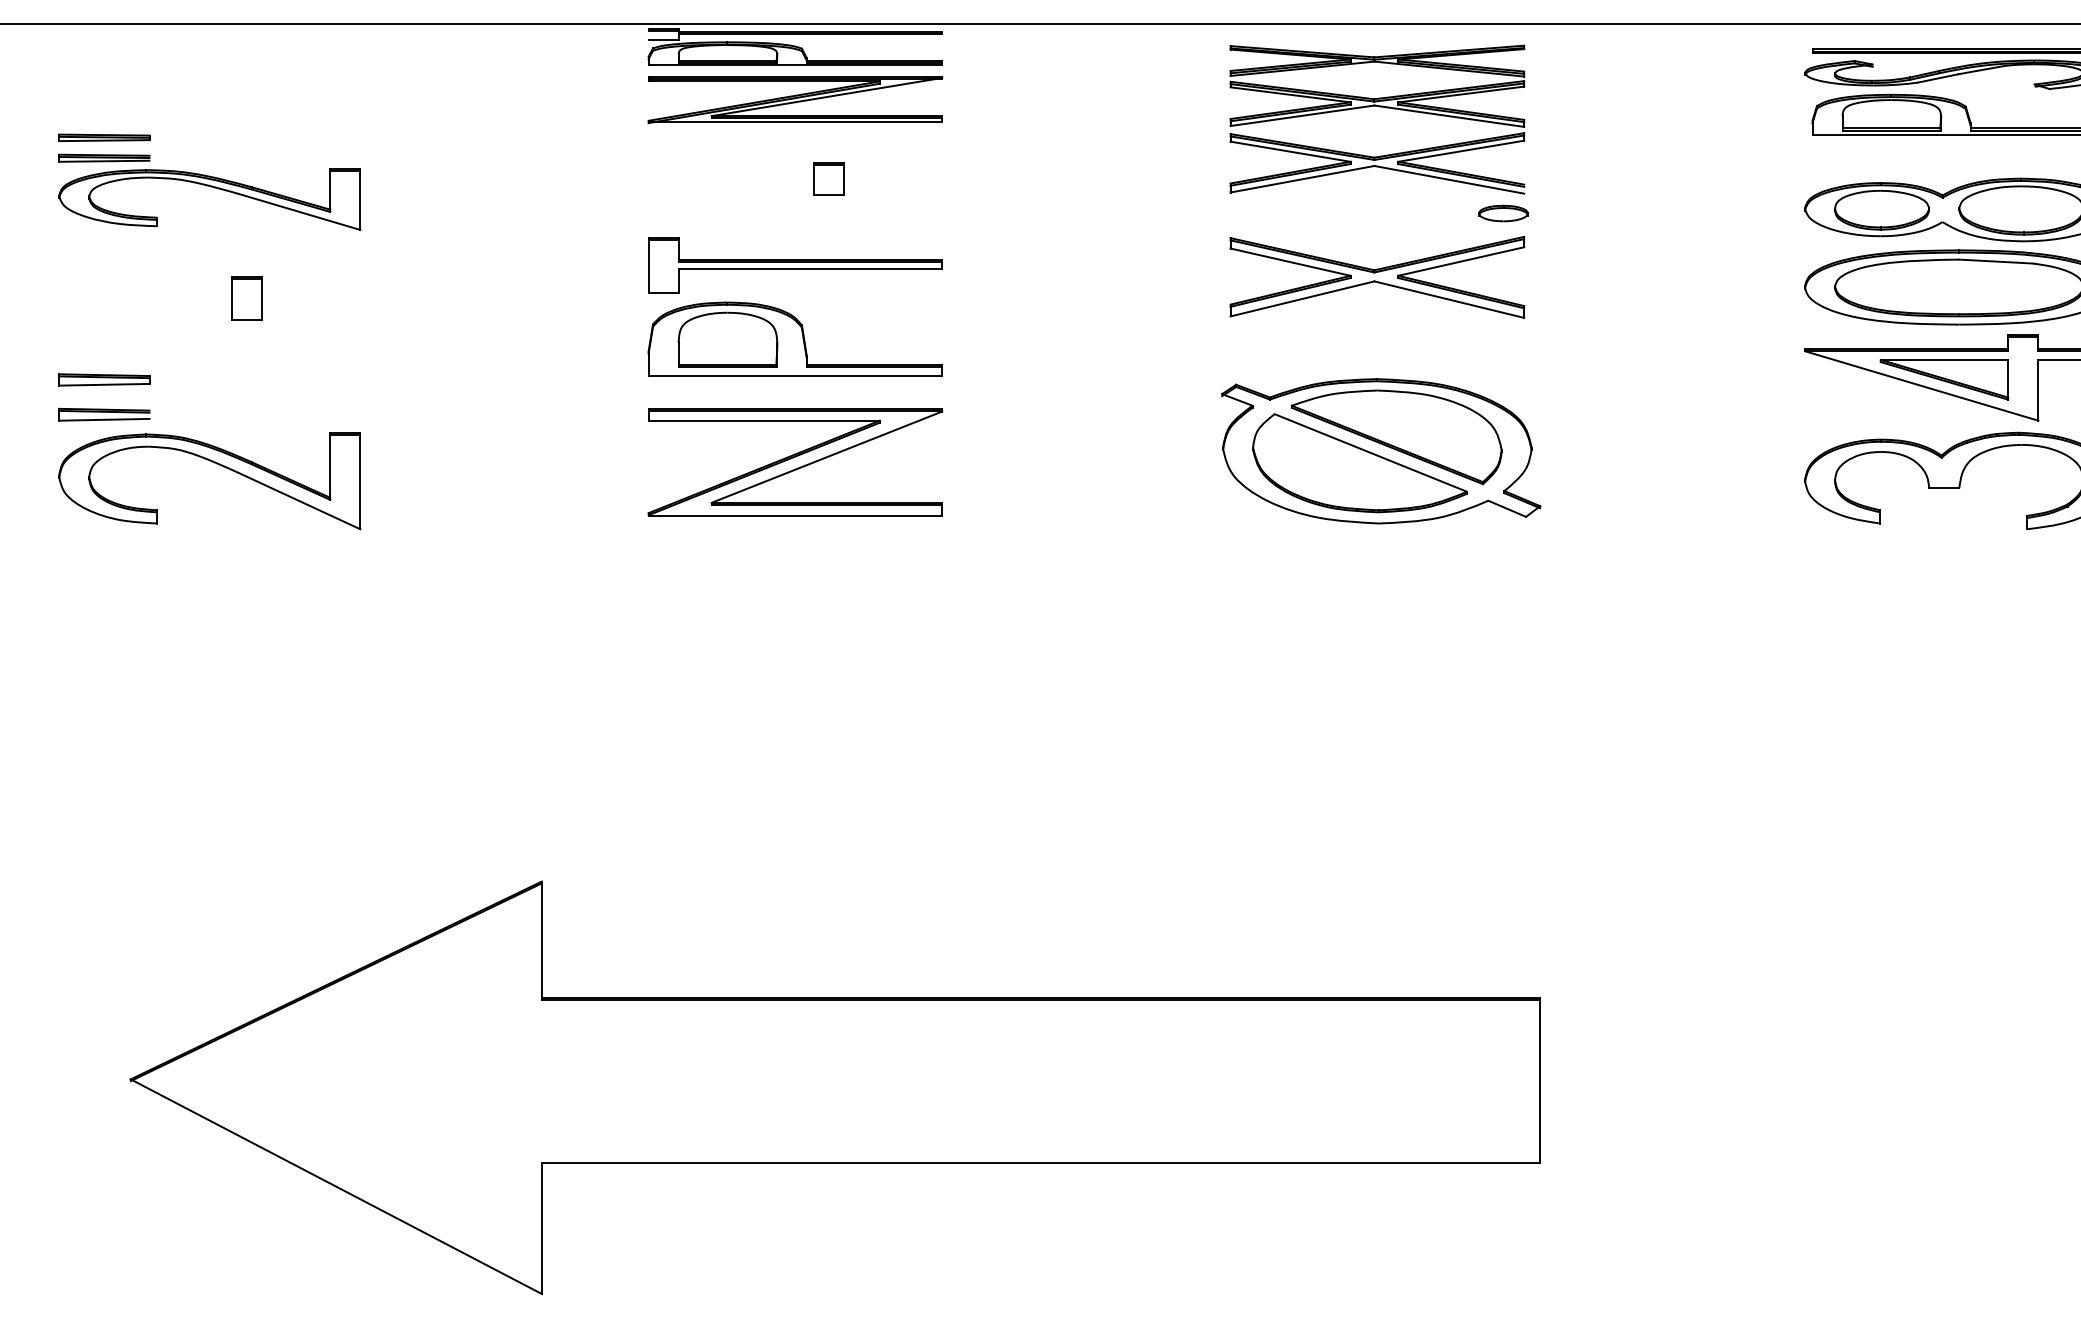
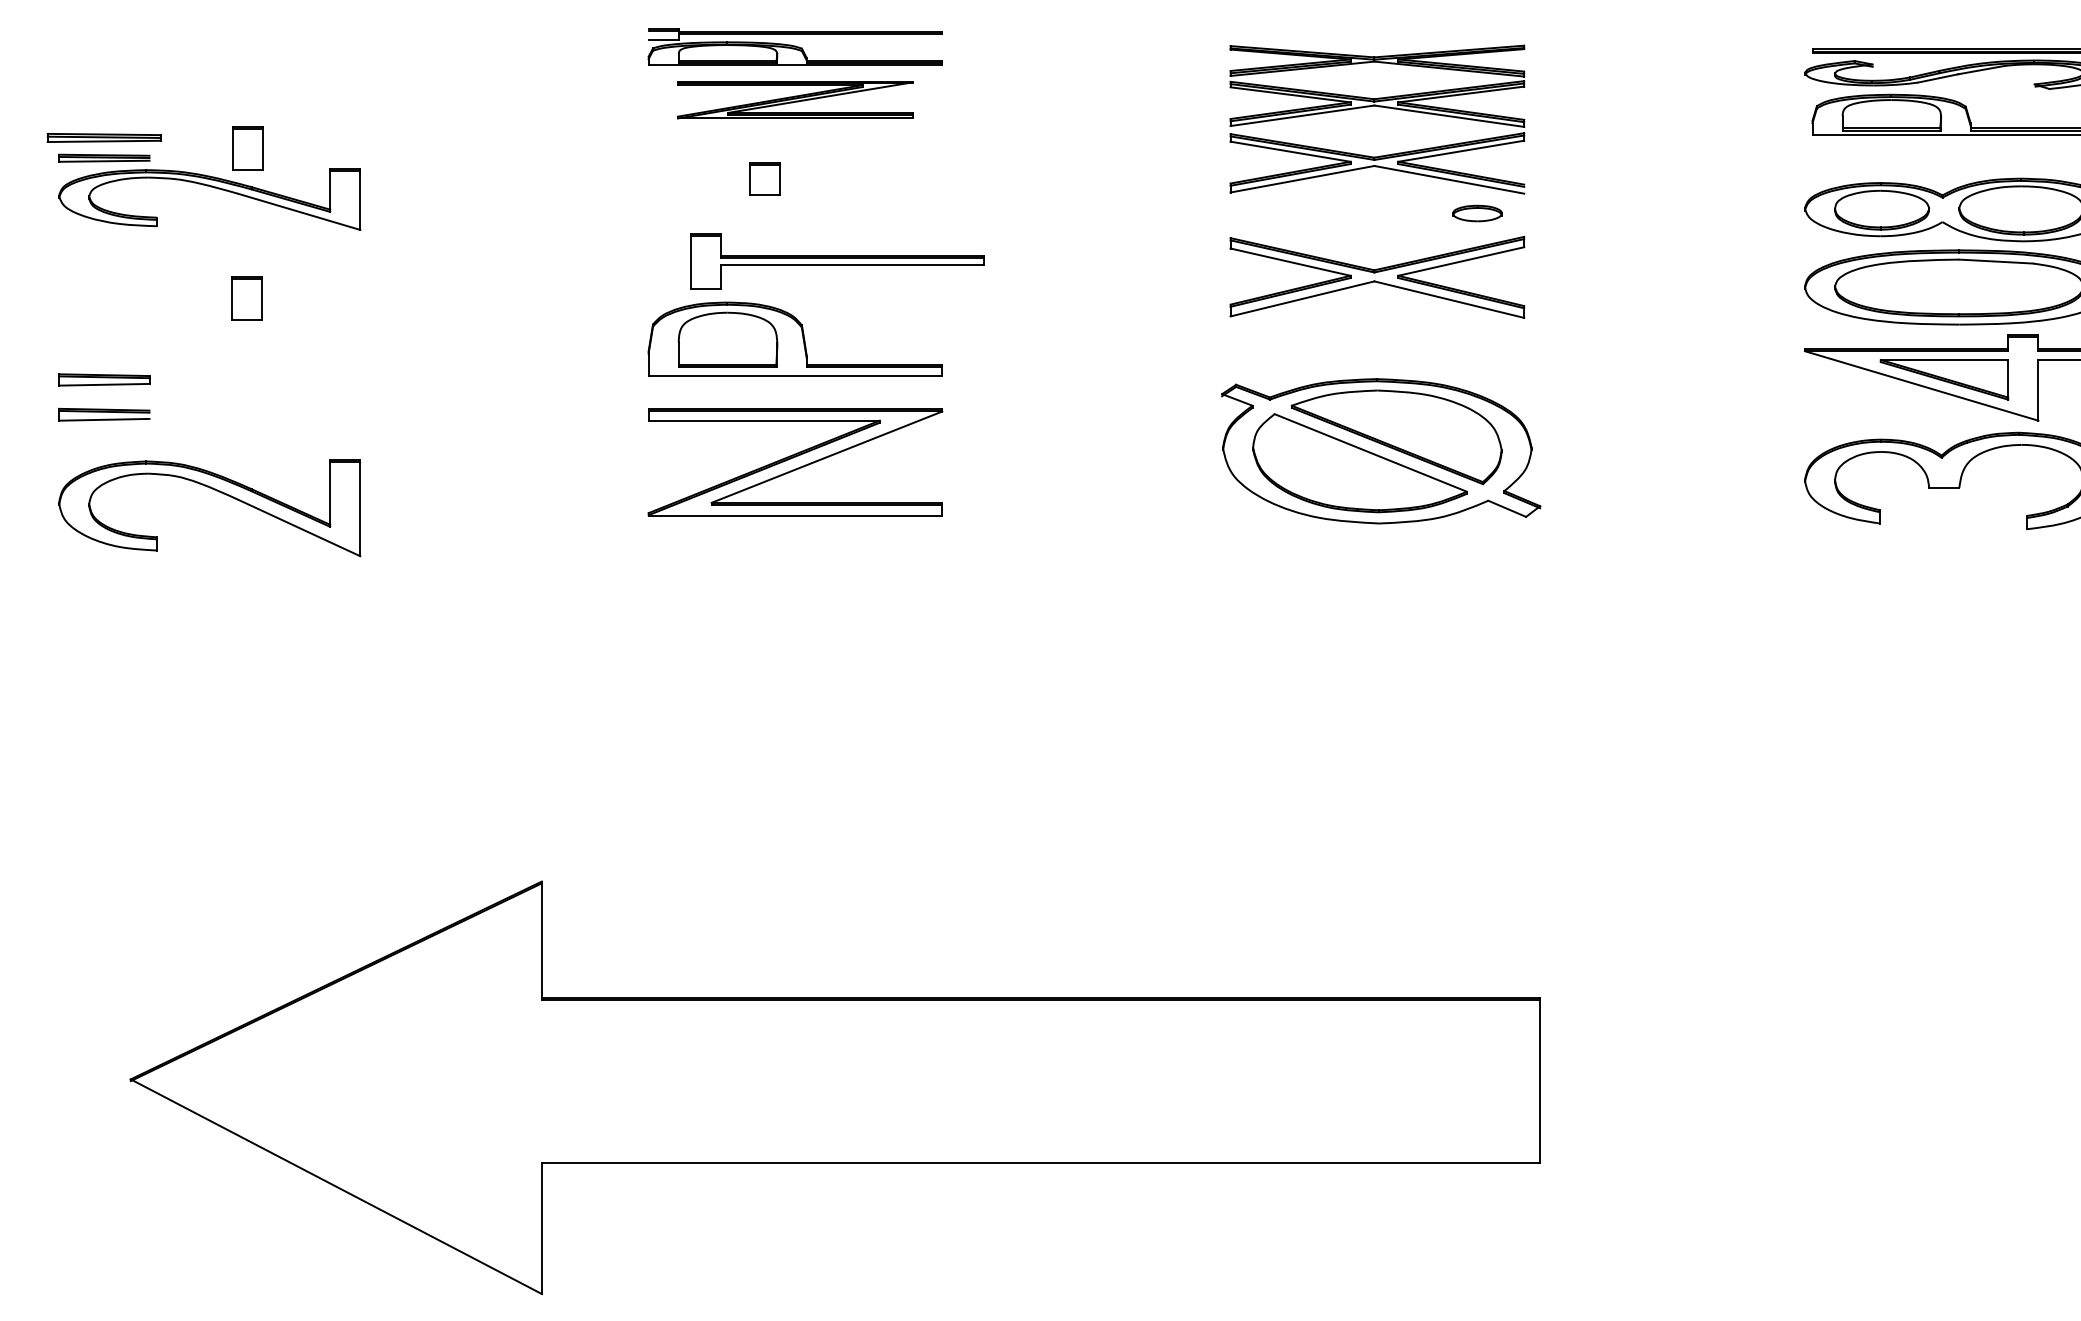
line at (1039, 23): present -> none
part at (795, 99) size: 297x48 px -> 237x39 px
part at (104, 137) size: 93x9 px -> 116x10 px
part at (247, 148): none -> present
part at (828, 178) position: (828, 178) -> (764, 178)
part at (1503, 213) position: (1503, 213) -> (1477, 213)
part at (795, 265) position: (795, 265) -> (837, 261)
part at (216, 464) position: (216, 464) -> (216, 491)
